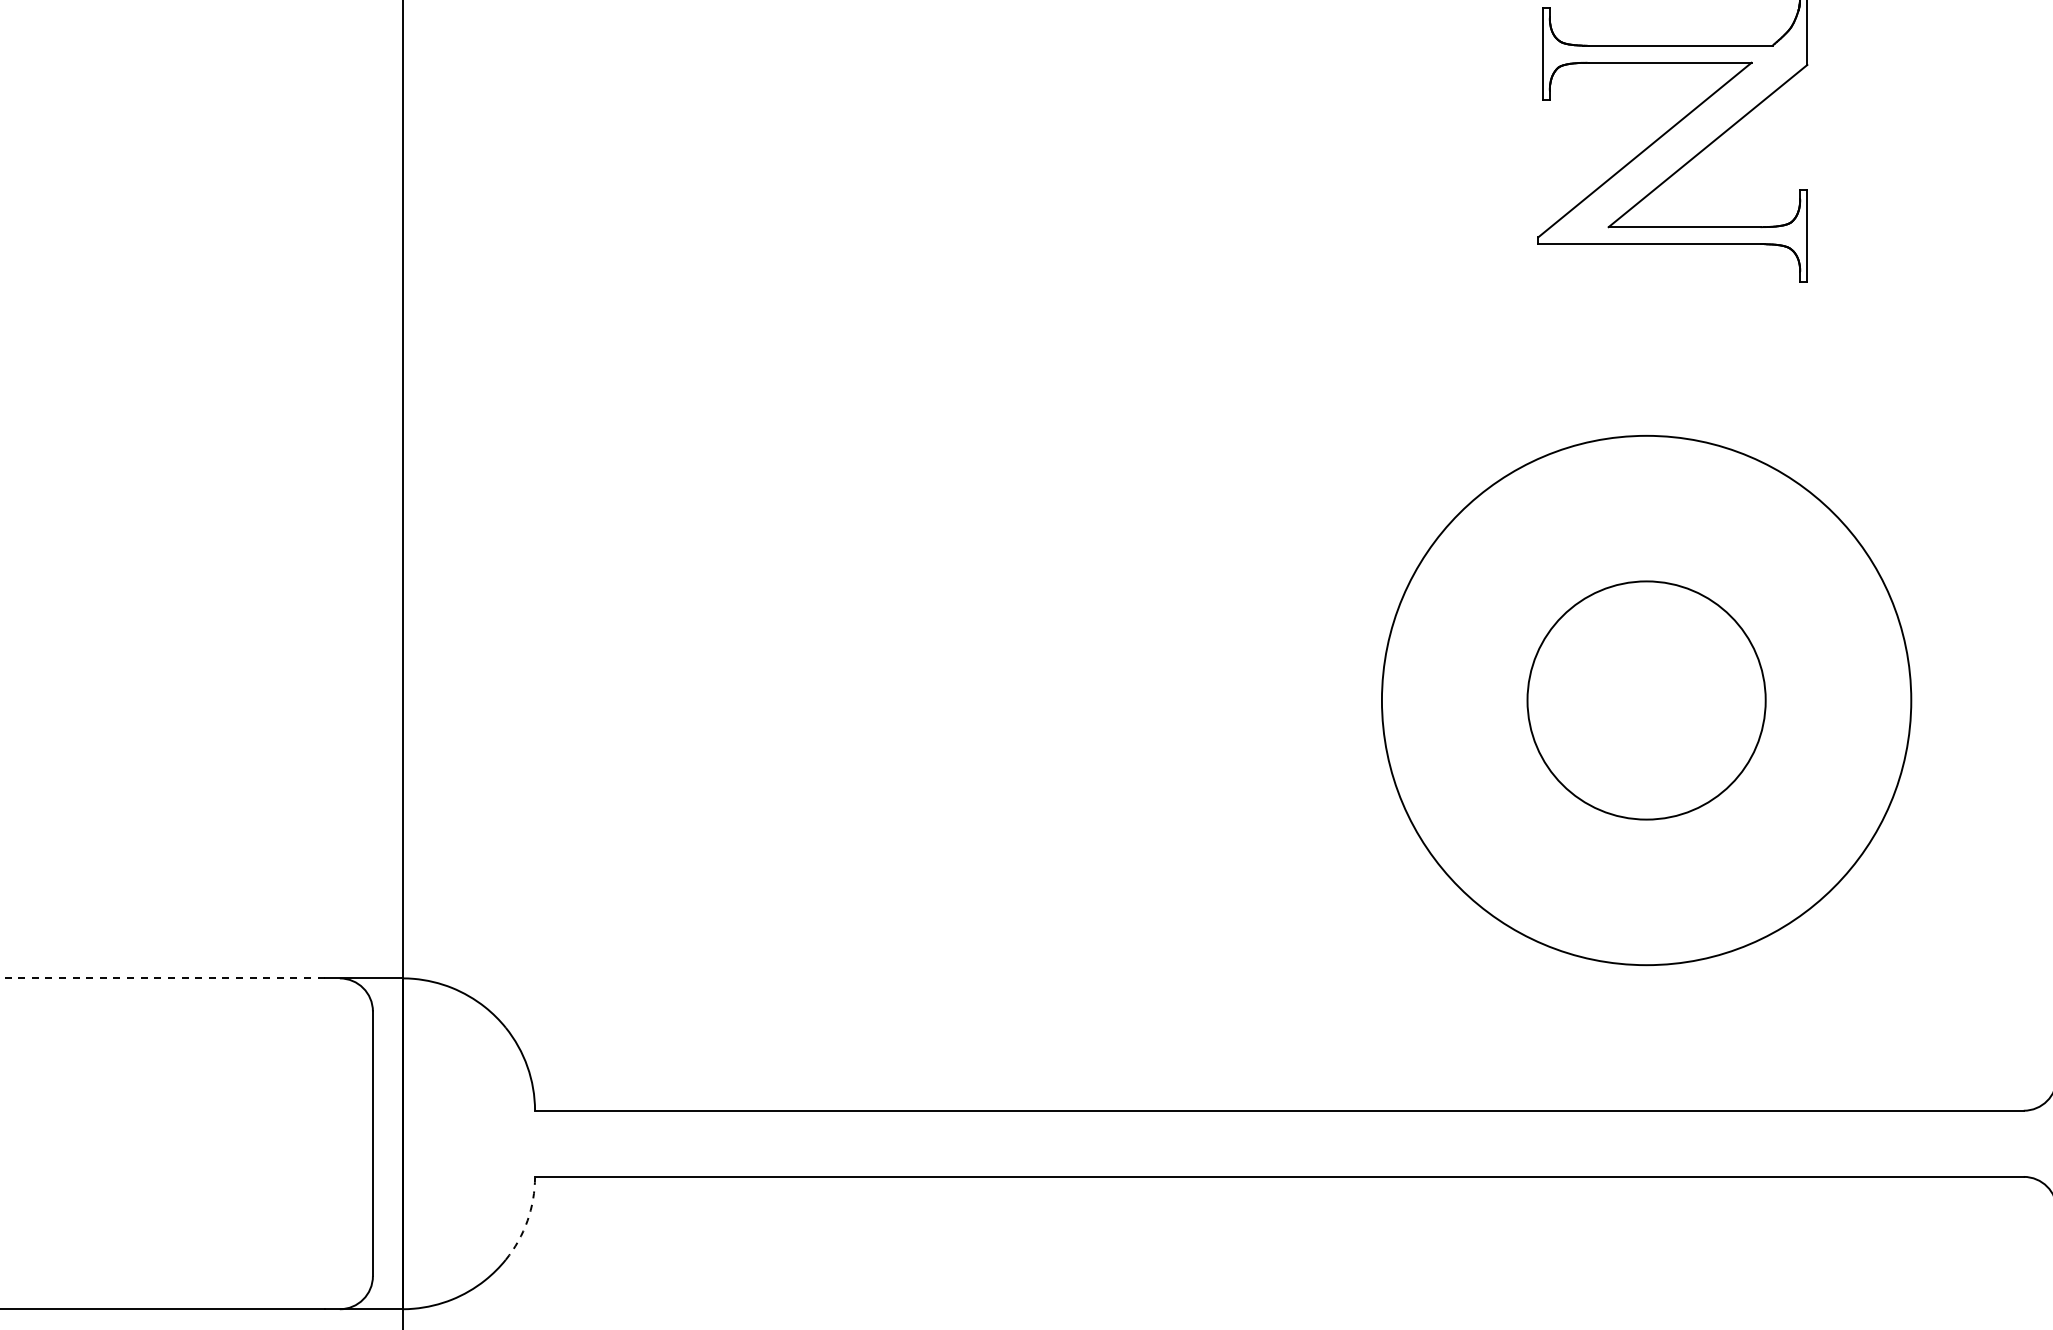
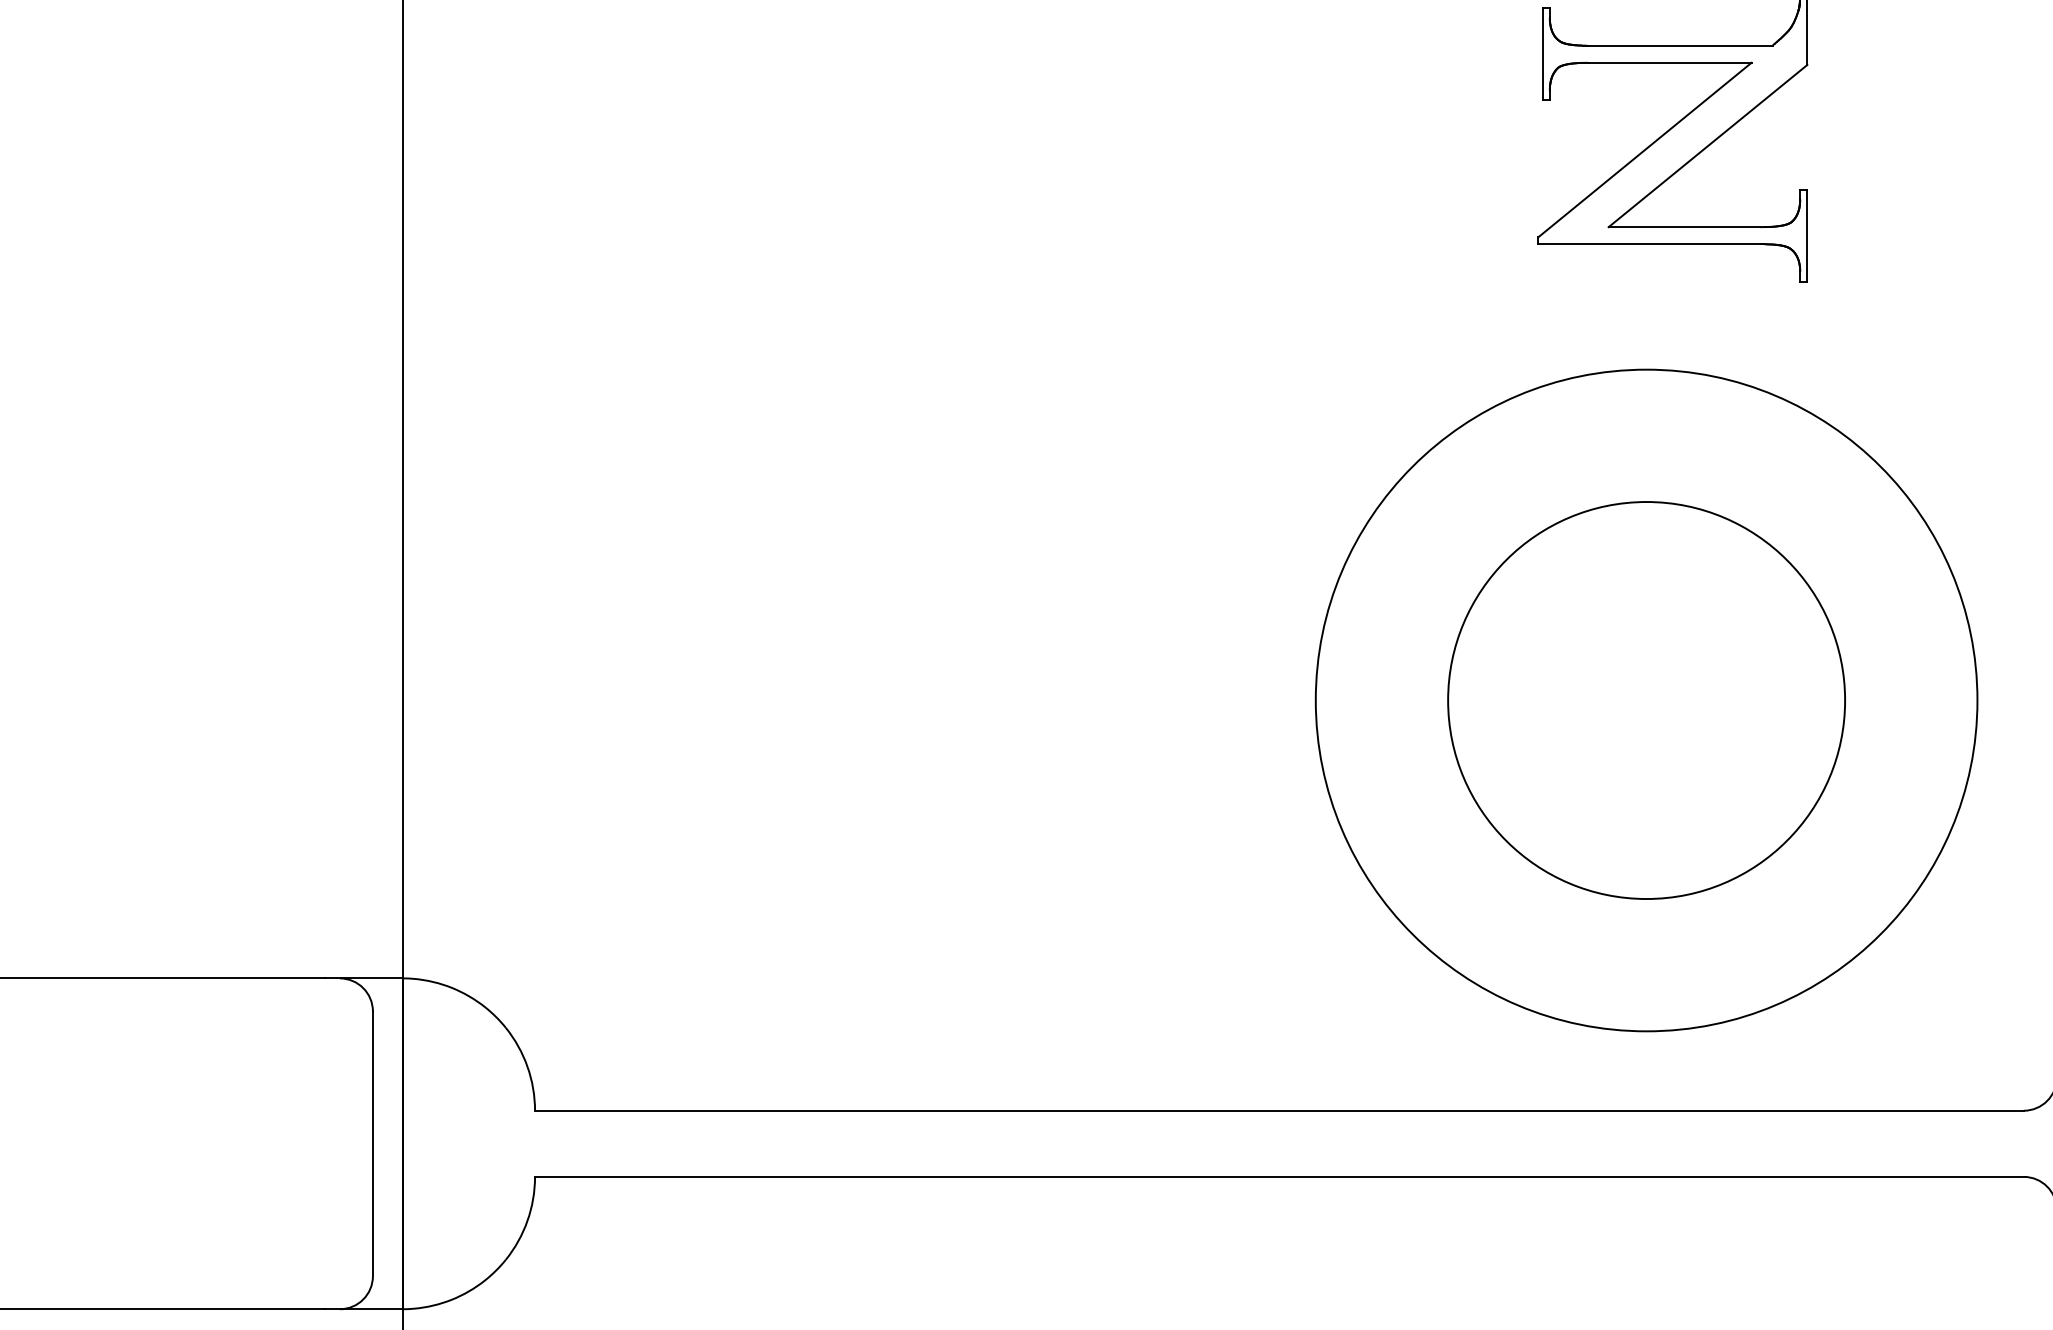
circle at (1646, 700) diameter: 238 px -> 397 px
circle at (1646, 700) diameter: 529 px -> 662 px
line at (162, 978): dashed -> solid
arc at (527, 1220): dashed -> solid
